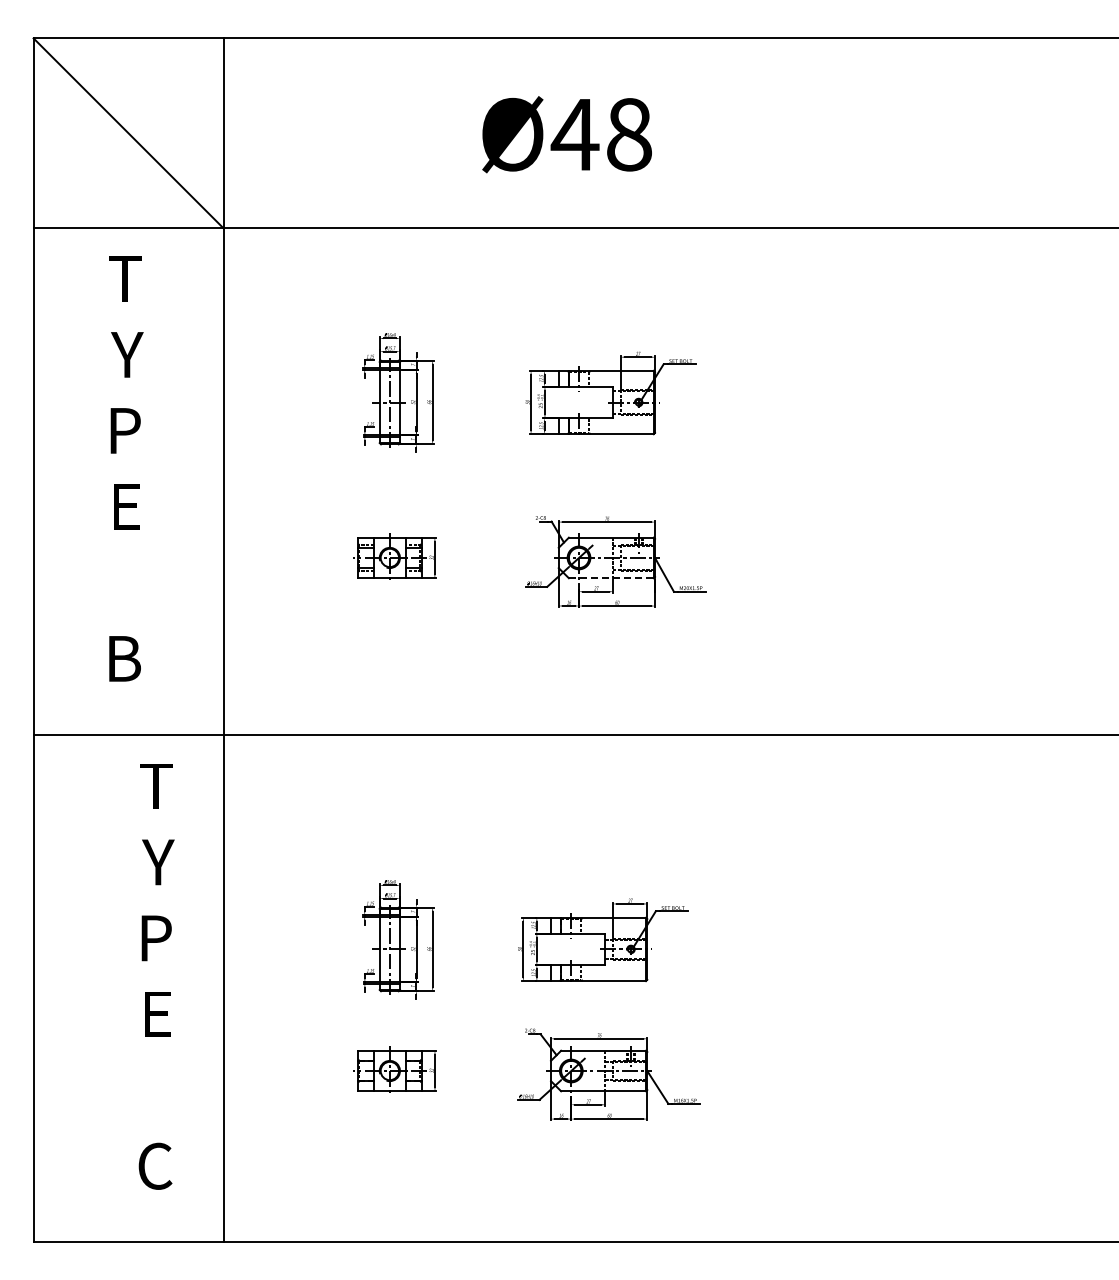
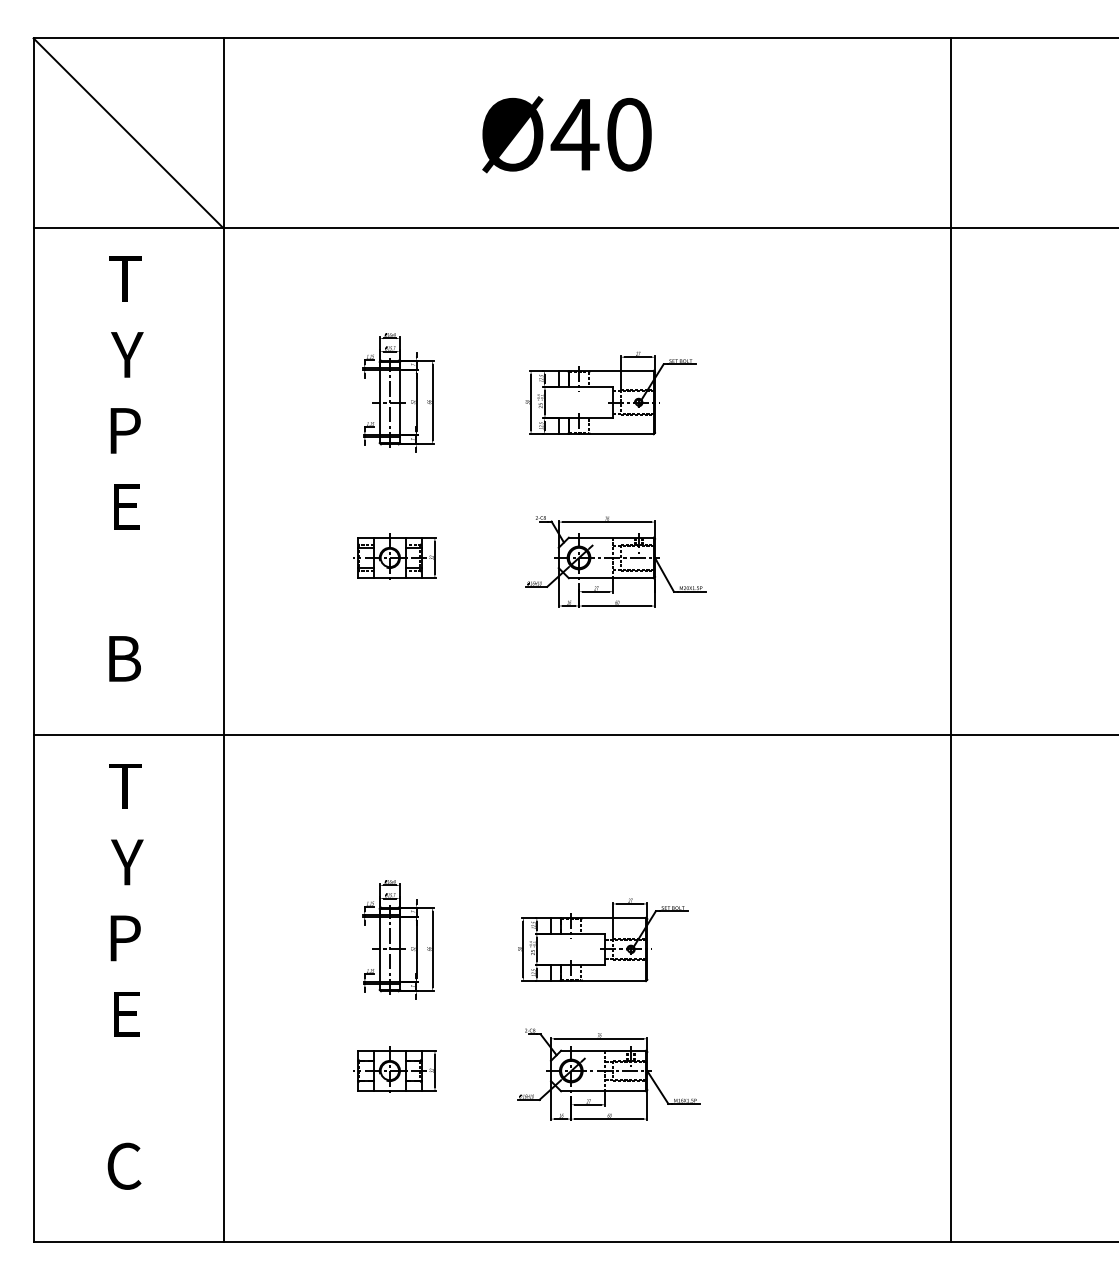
text at (629, 134): Ø48 -> Ø40
line at (611, 578): dashed -> solid
line at (950, 639): none -> present
text at (156, 976) position: (156, 976) -> (125, 976)
